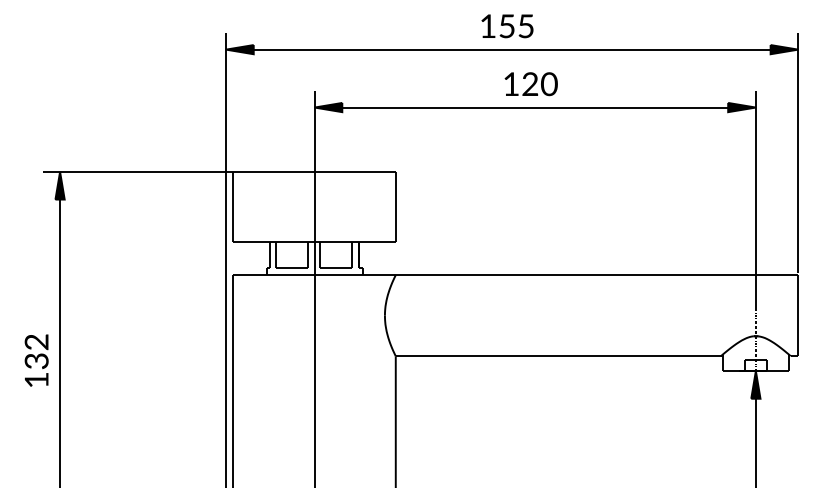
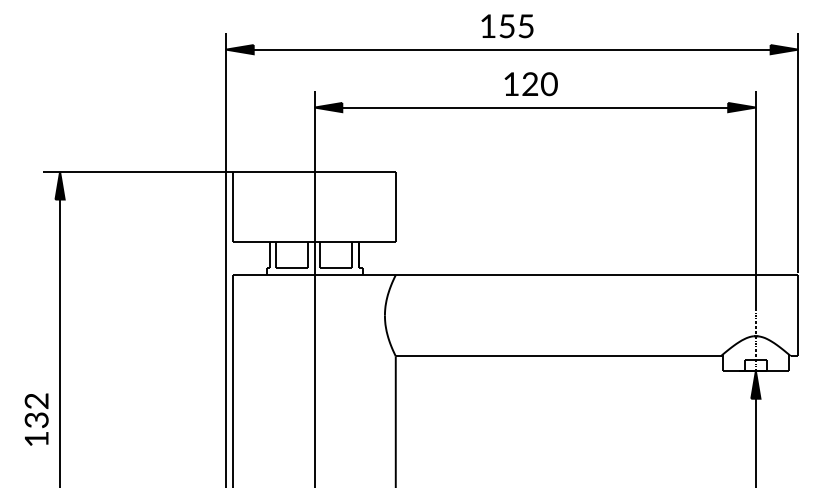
text at (36, 360) position: (36, 360) -> (36, 419)
